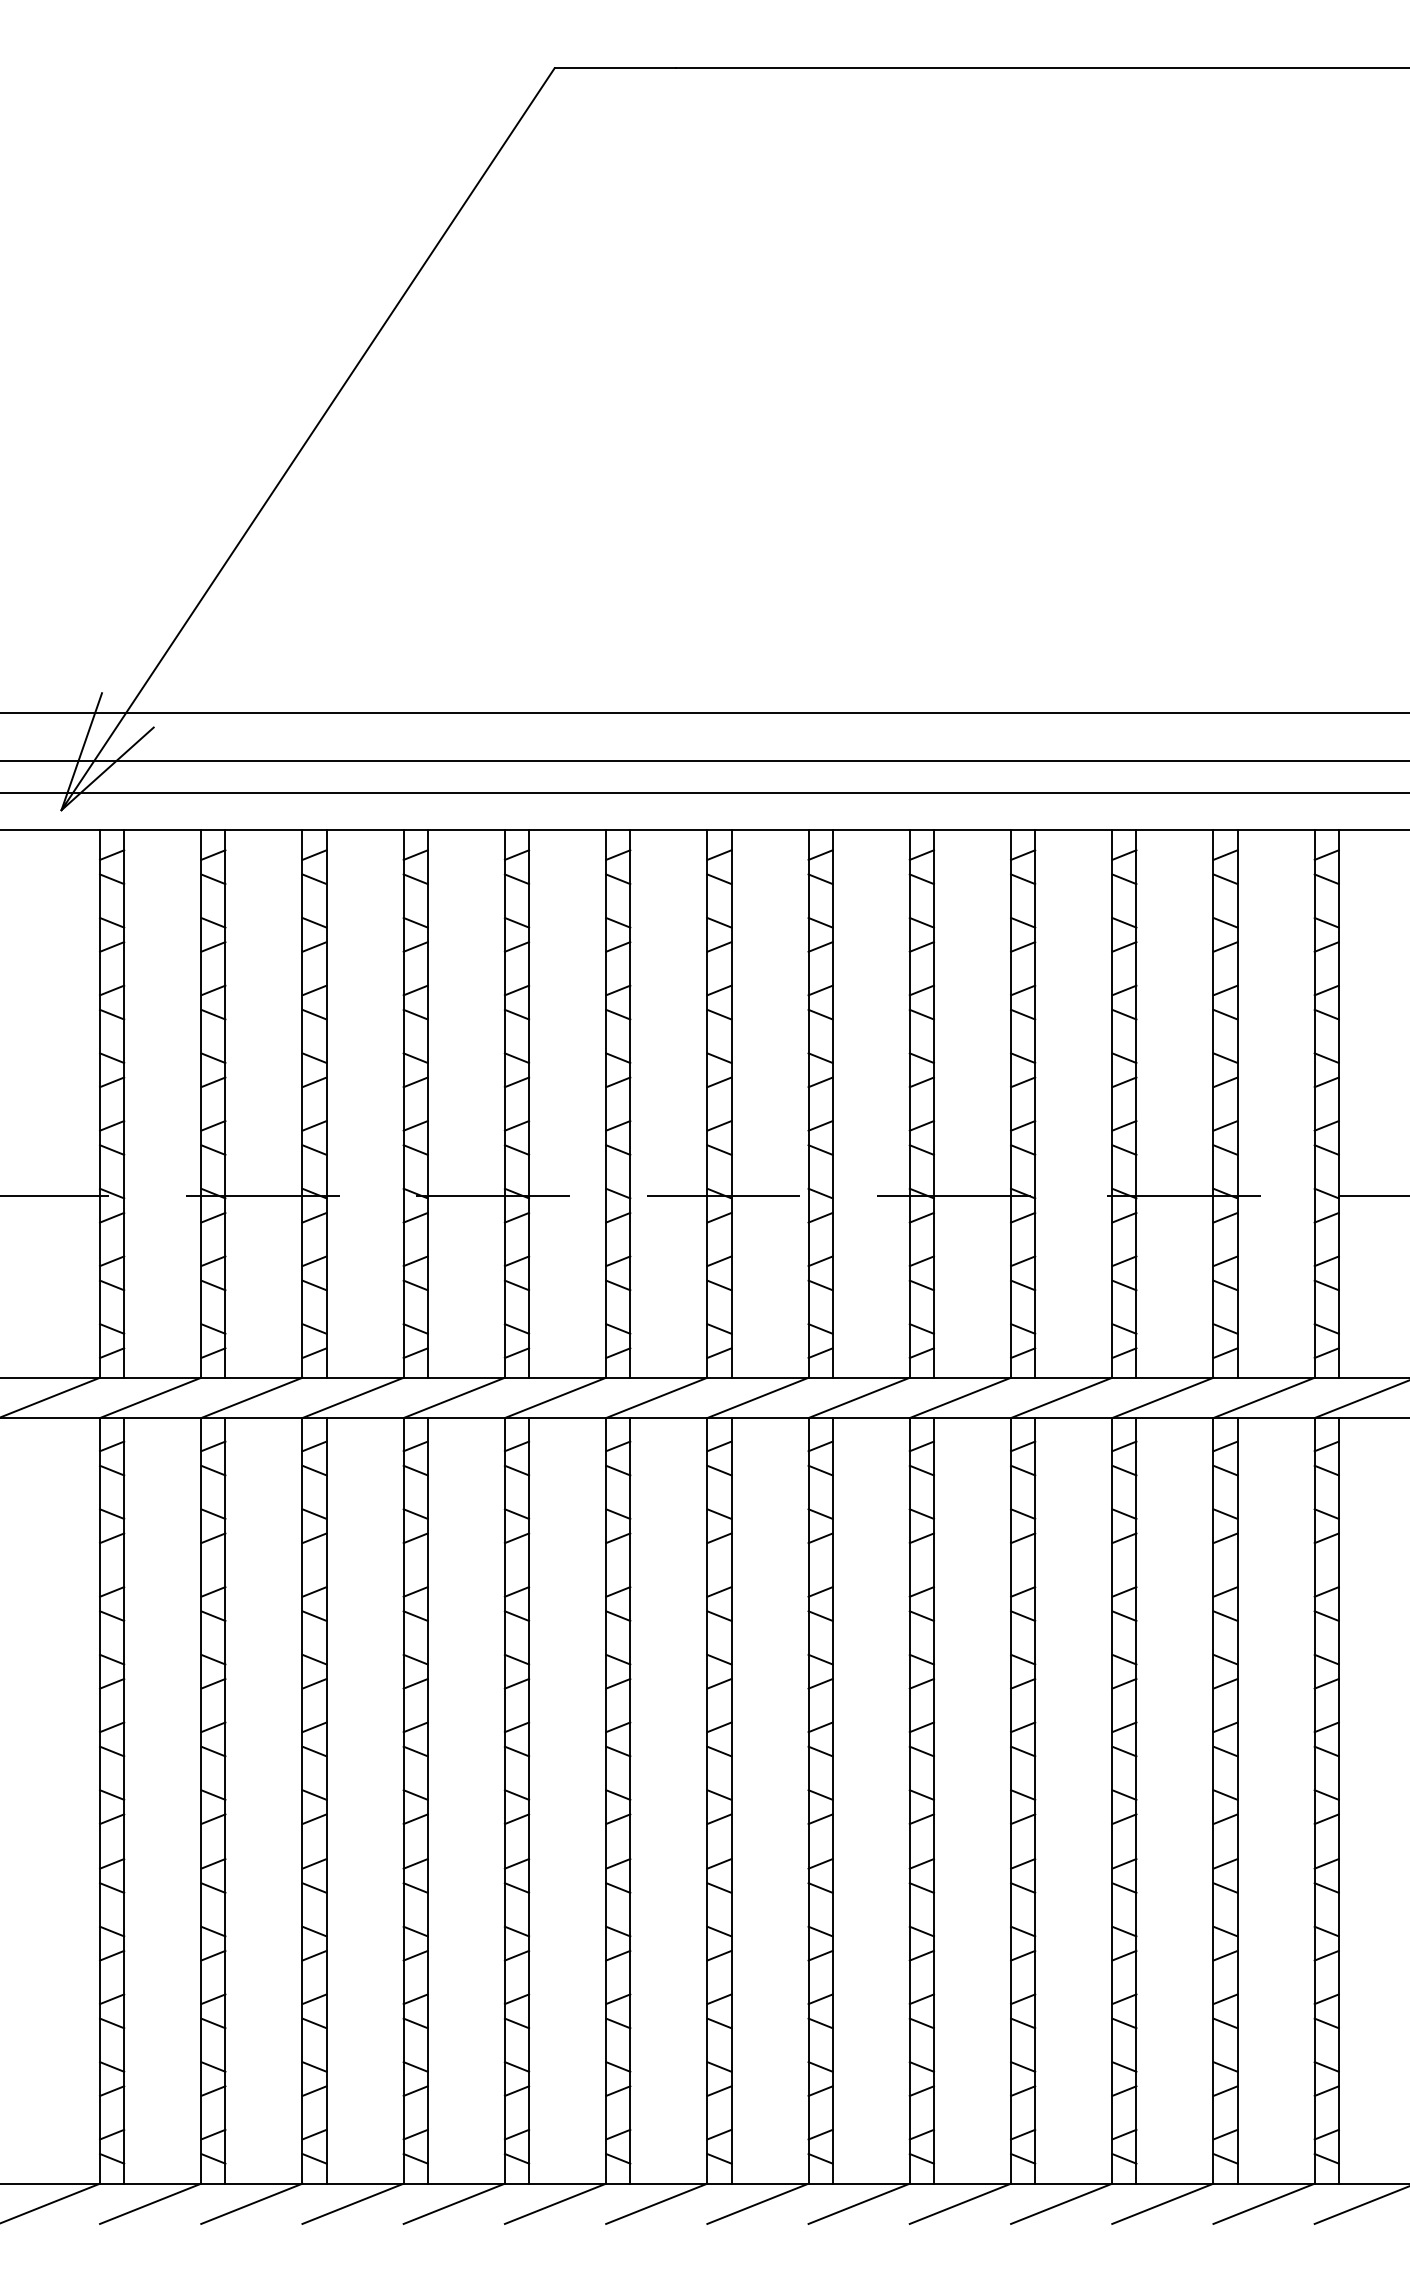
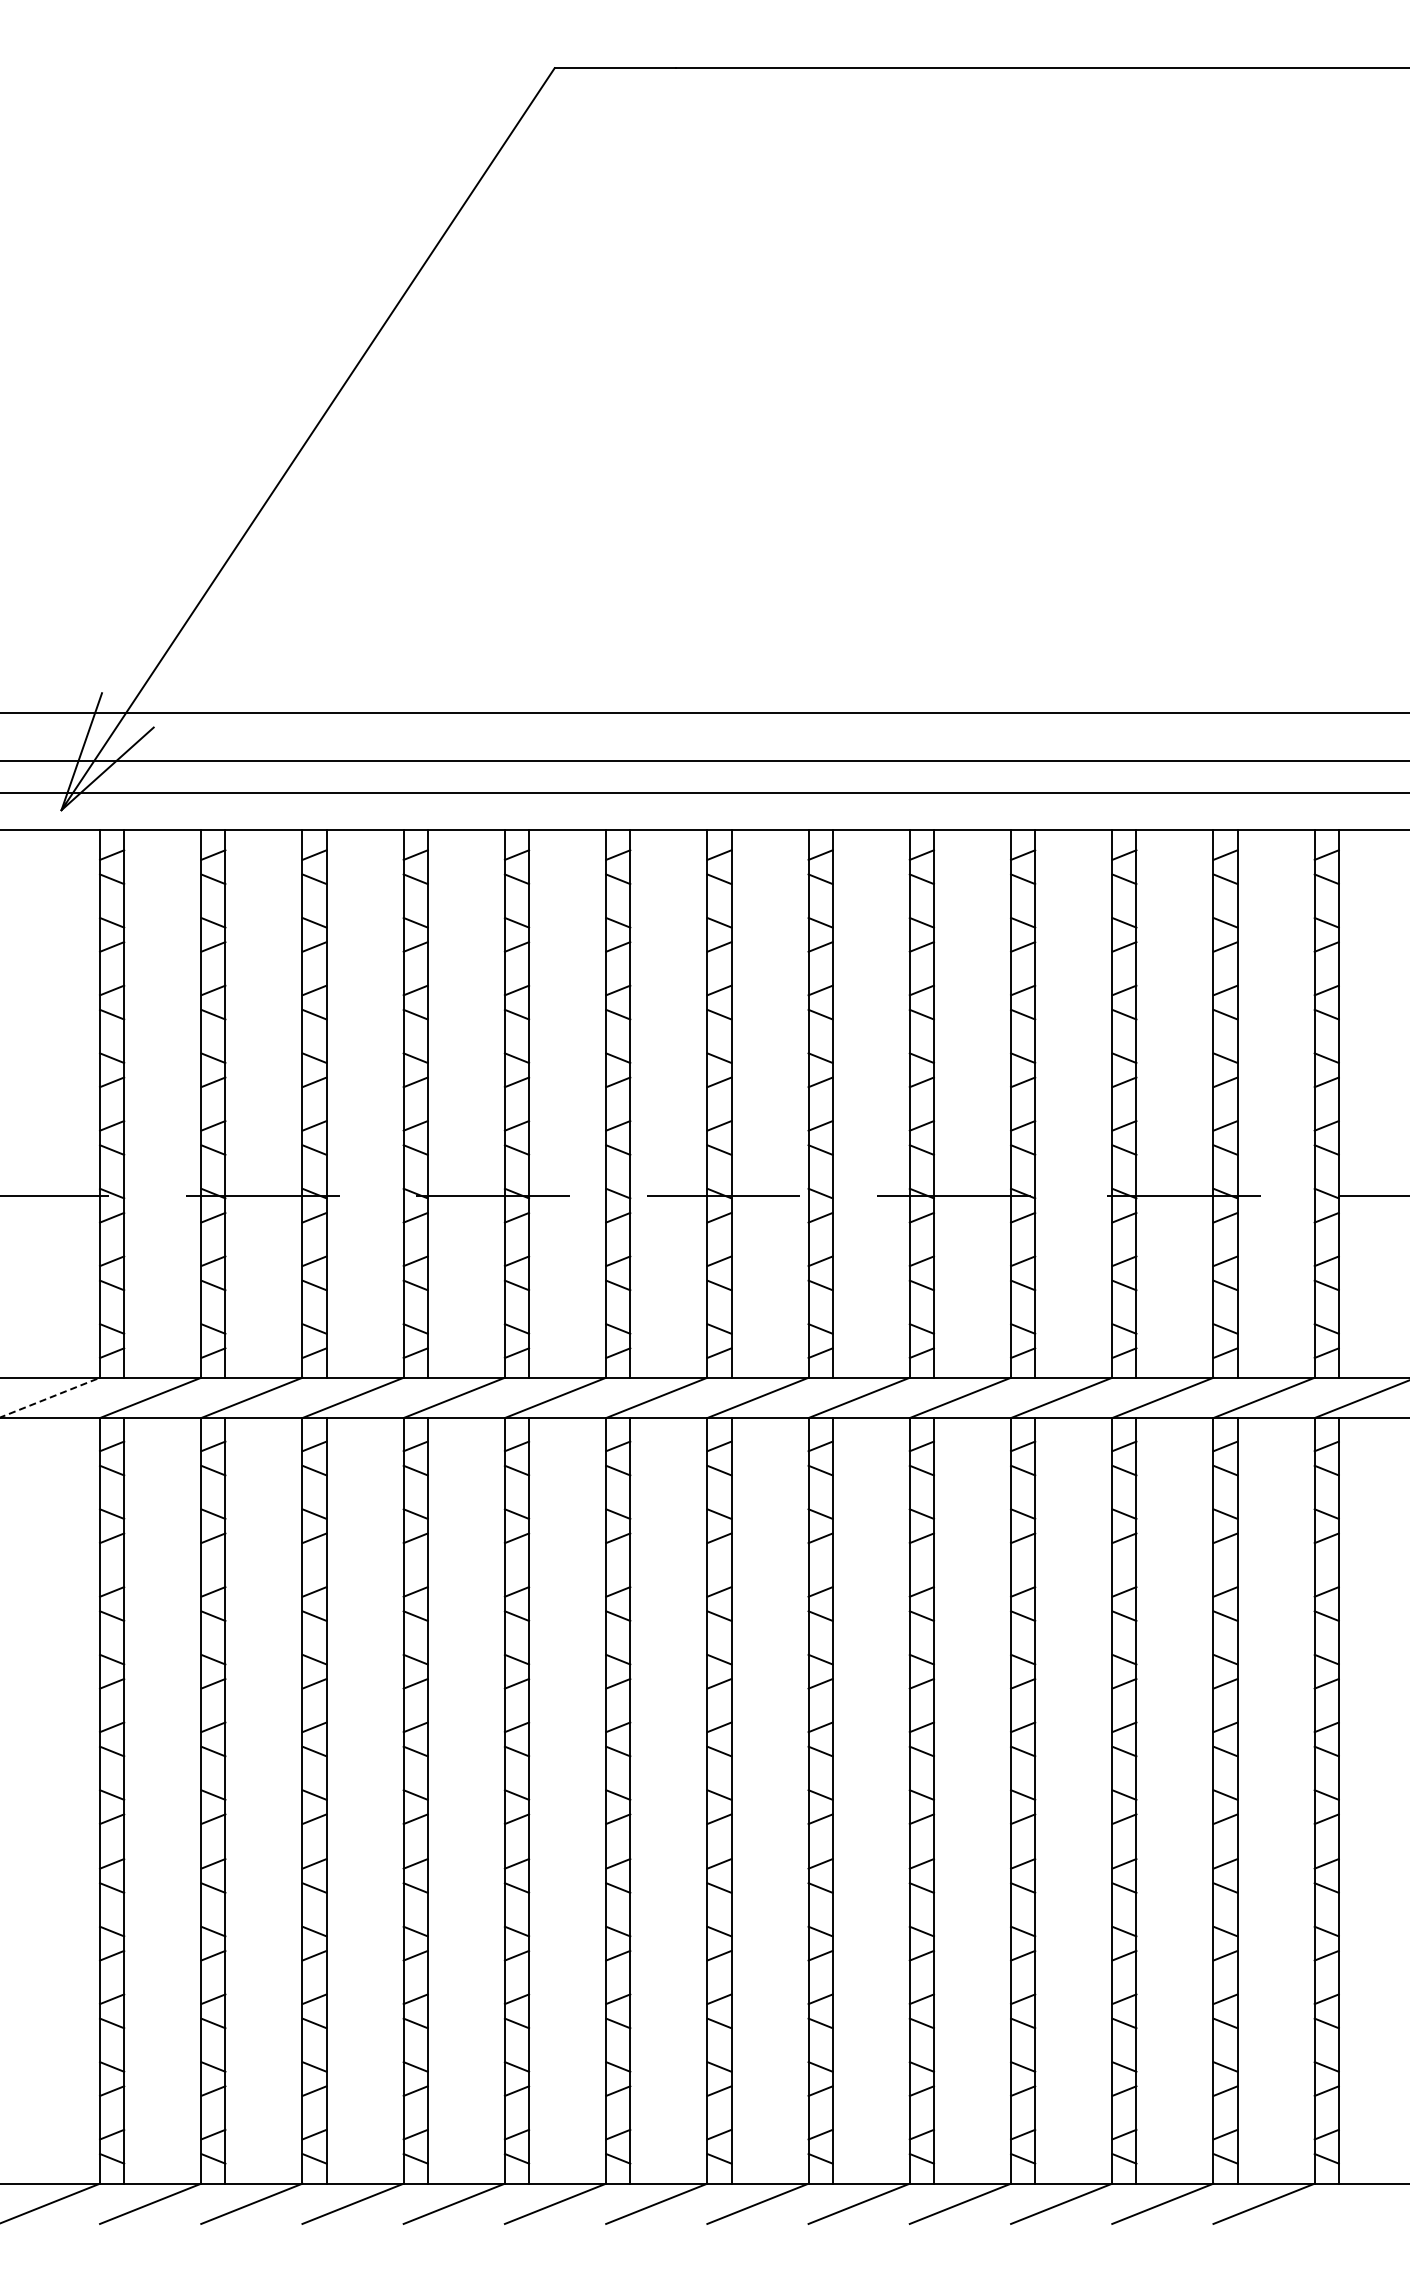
line at (50, 1397): solid -> dashed
line at (1360, 2205): present -> none
